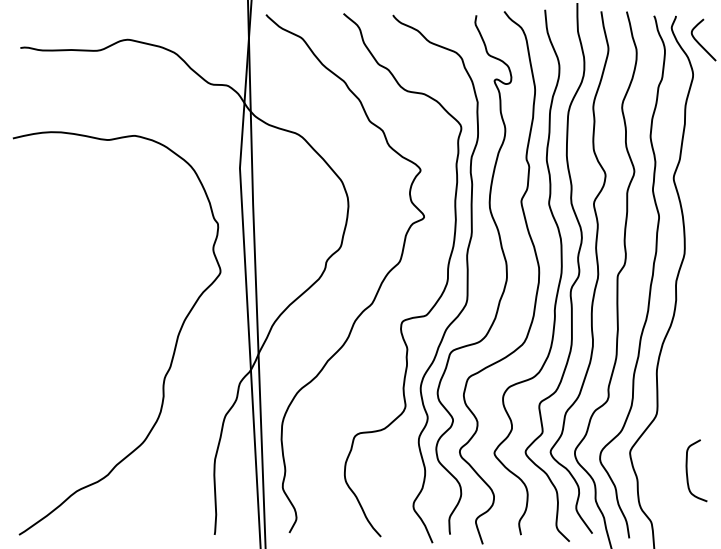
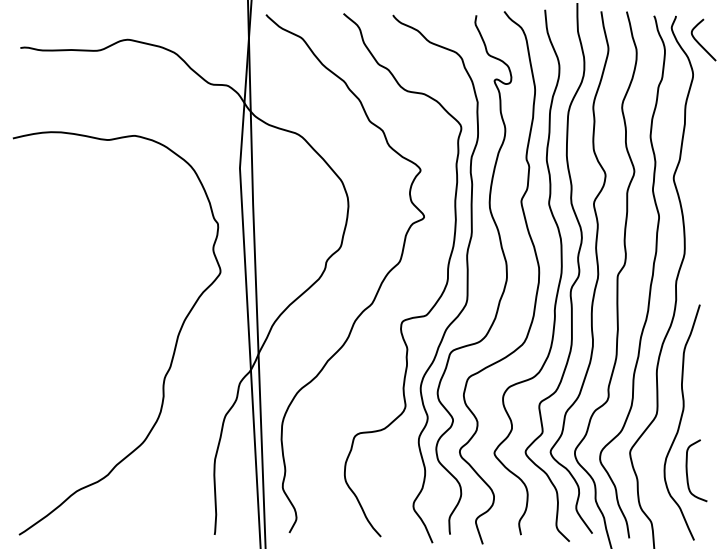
curve at (681, 422): none -> present
